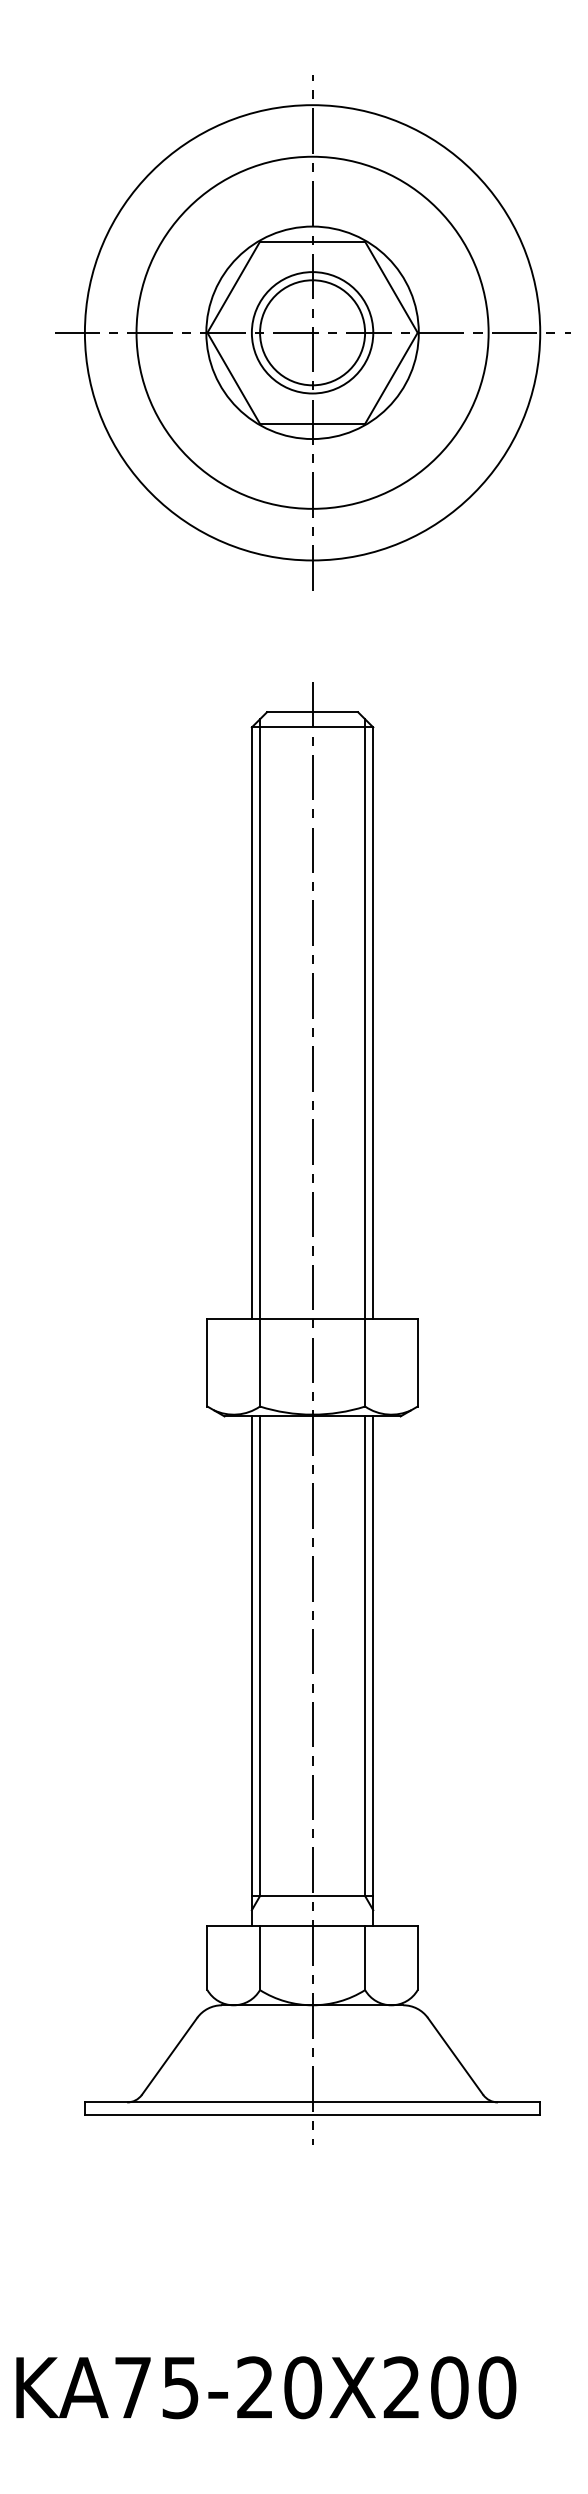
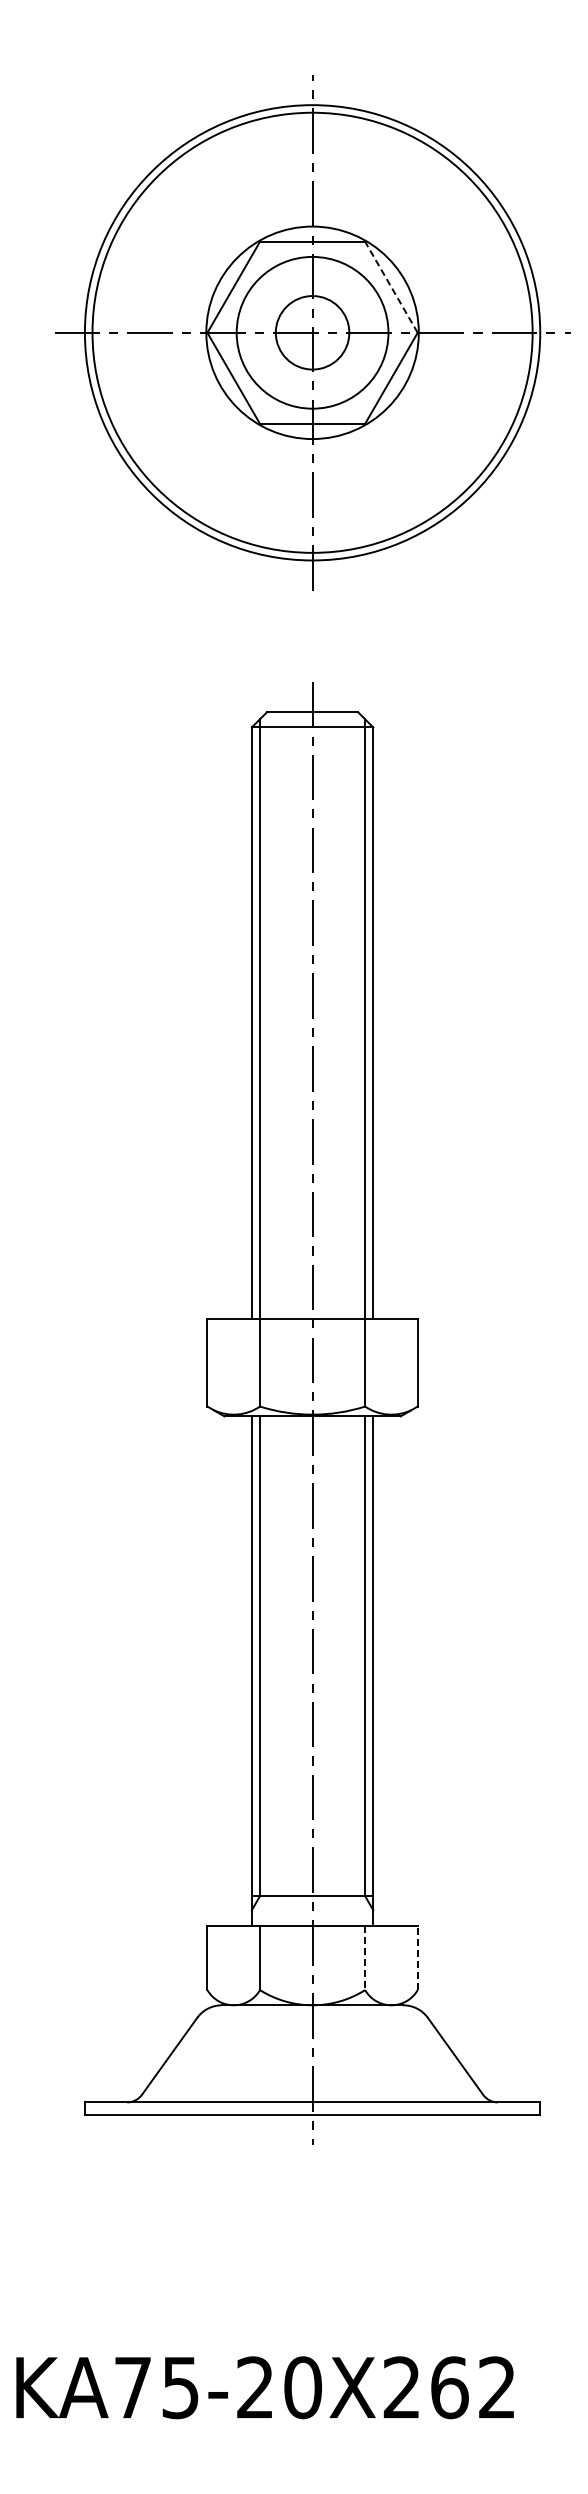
line at (391, 287): solid -> dashed
circle at (312, 332) diameter: 105 px -> 74 px
circle at (312, 332) diameter: 121 px -> 152 px
circle at (312, 332) diameter: 352 px -> 440 px
line at (365, 1958): solid -> dashed
line at (417, 1958): solid -> dashed
text at (473, 2387): KA75-20X200 -> KA75-20X262
